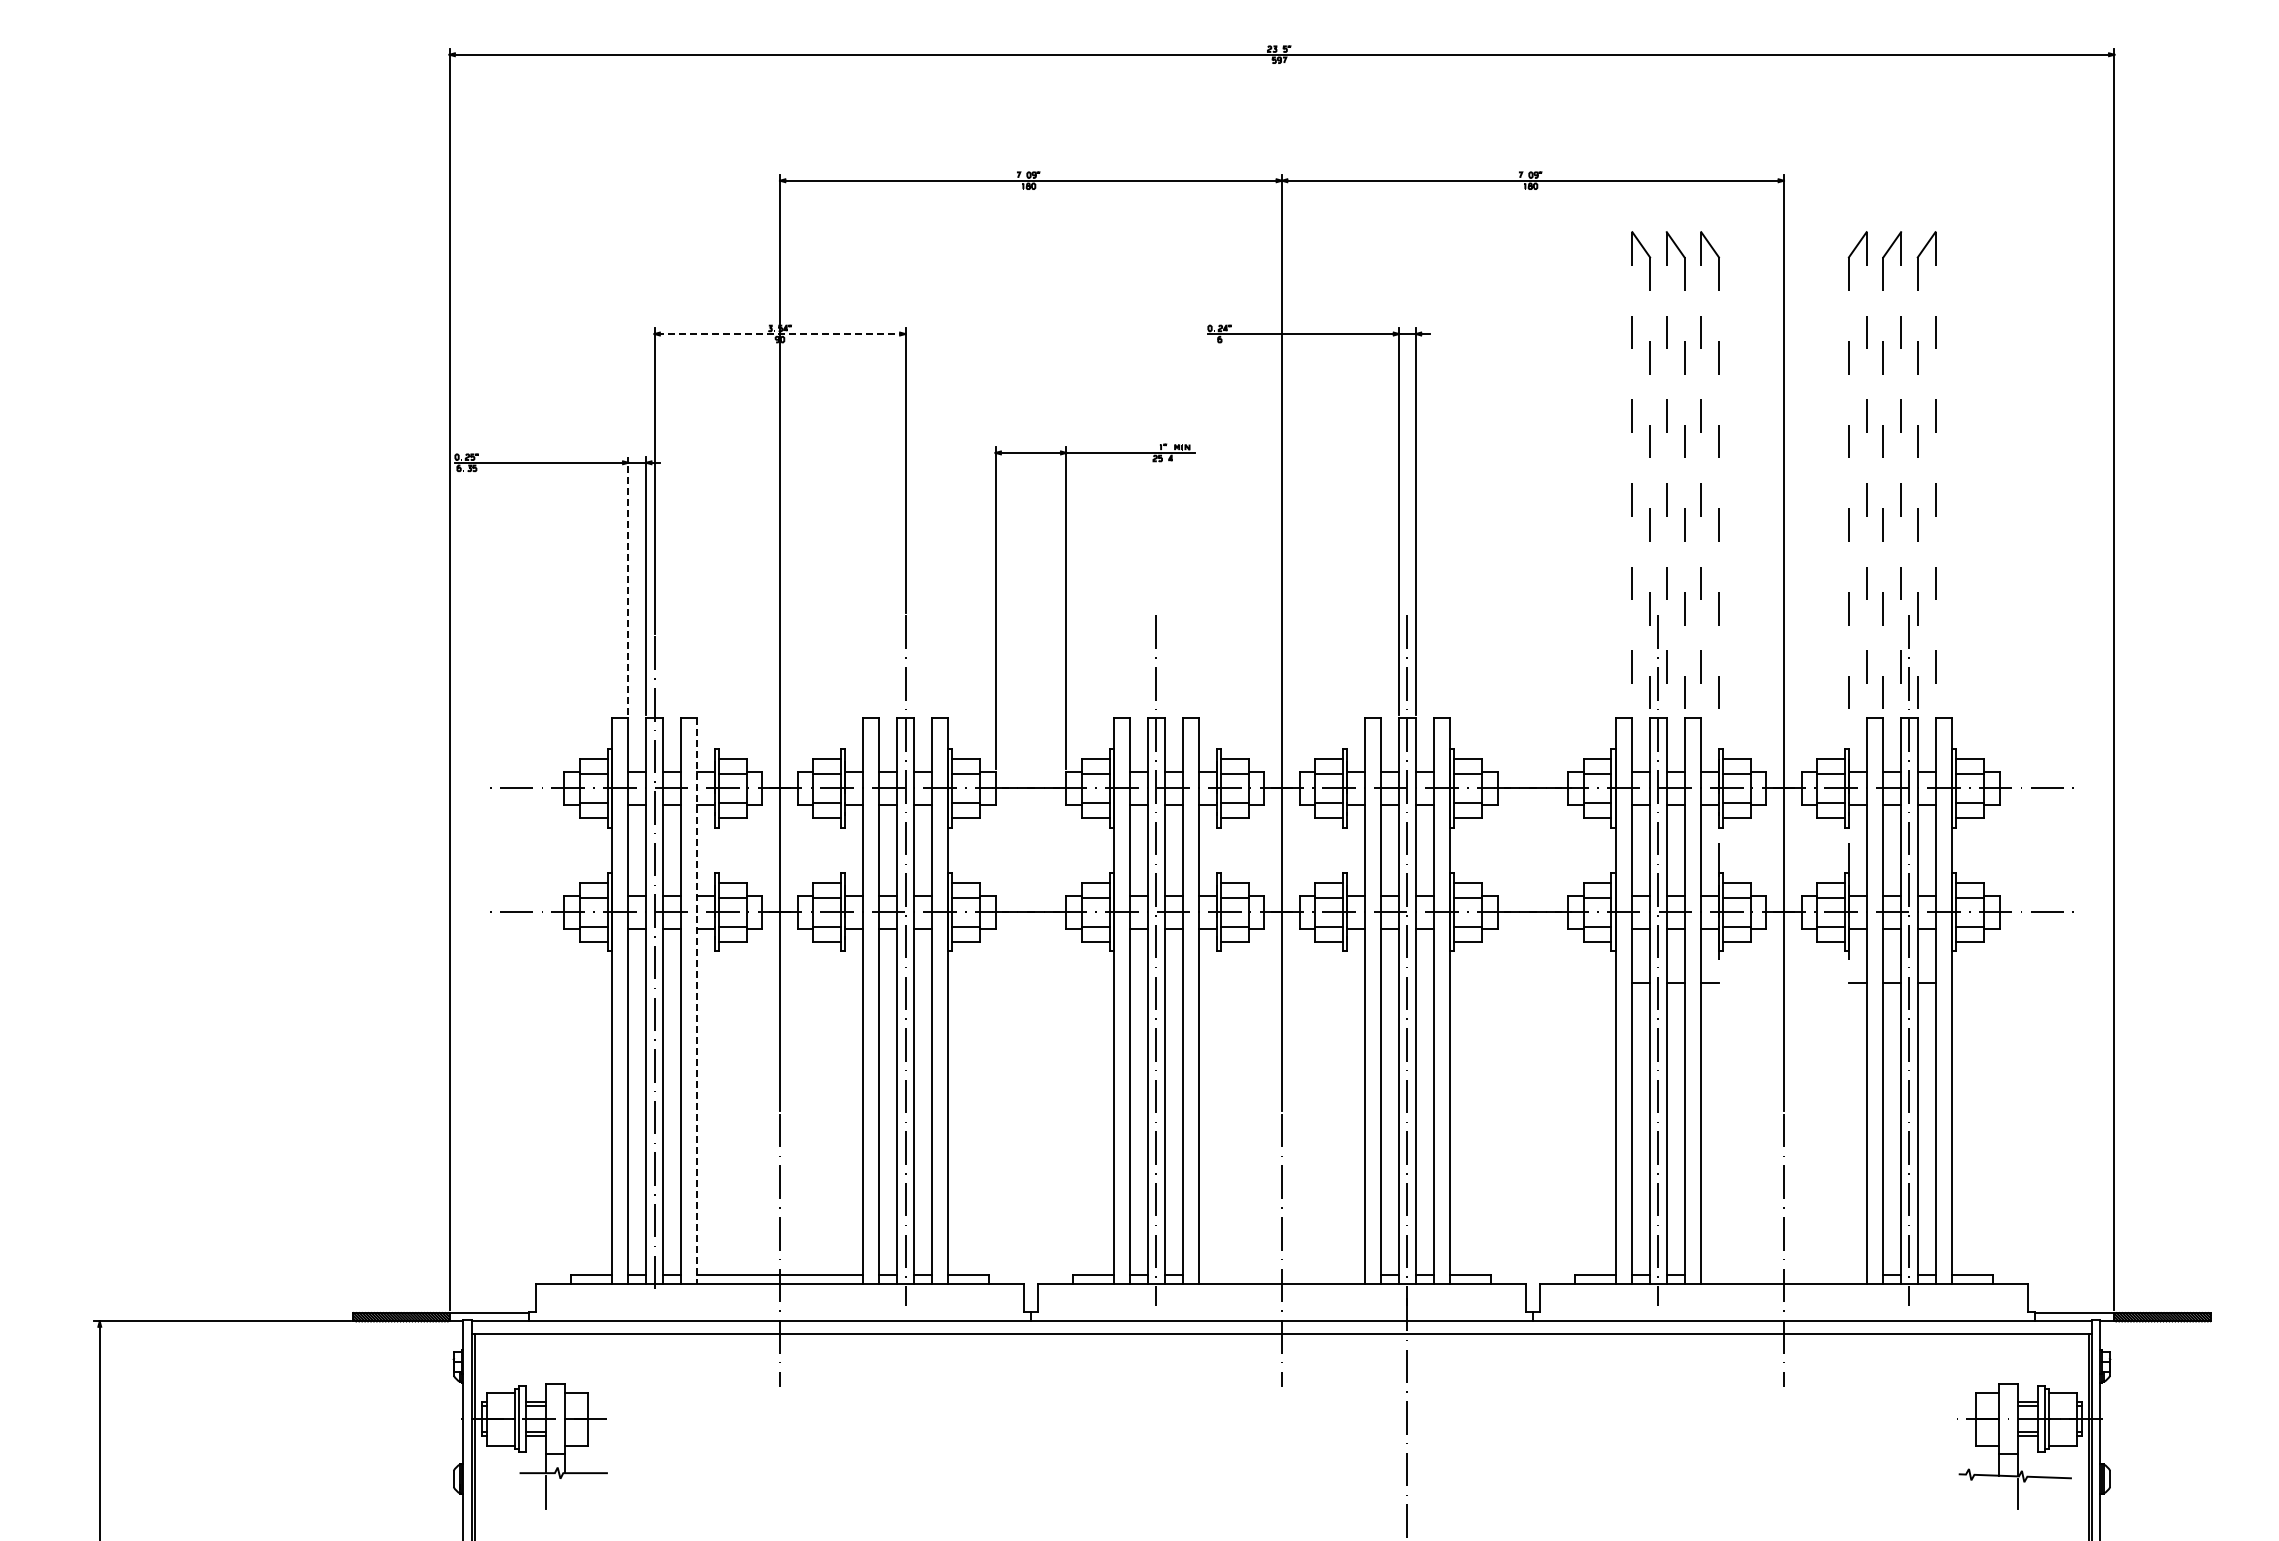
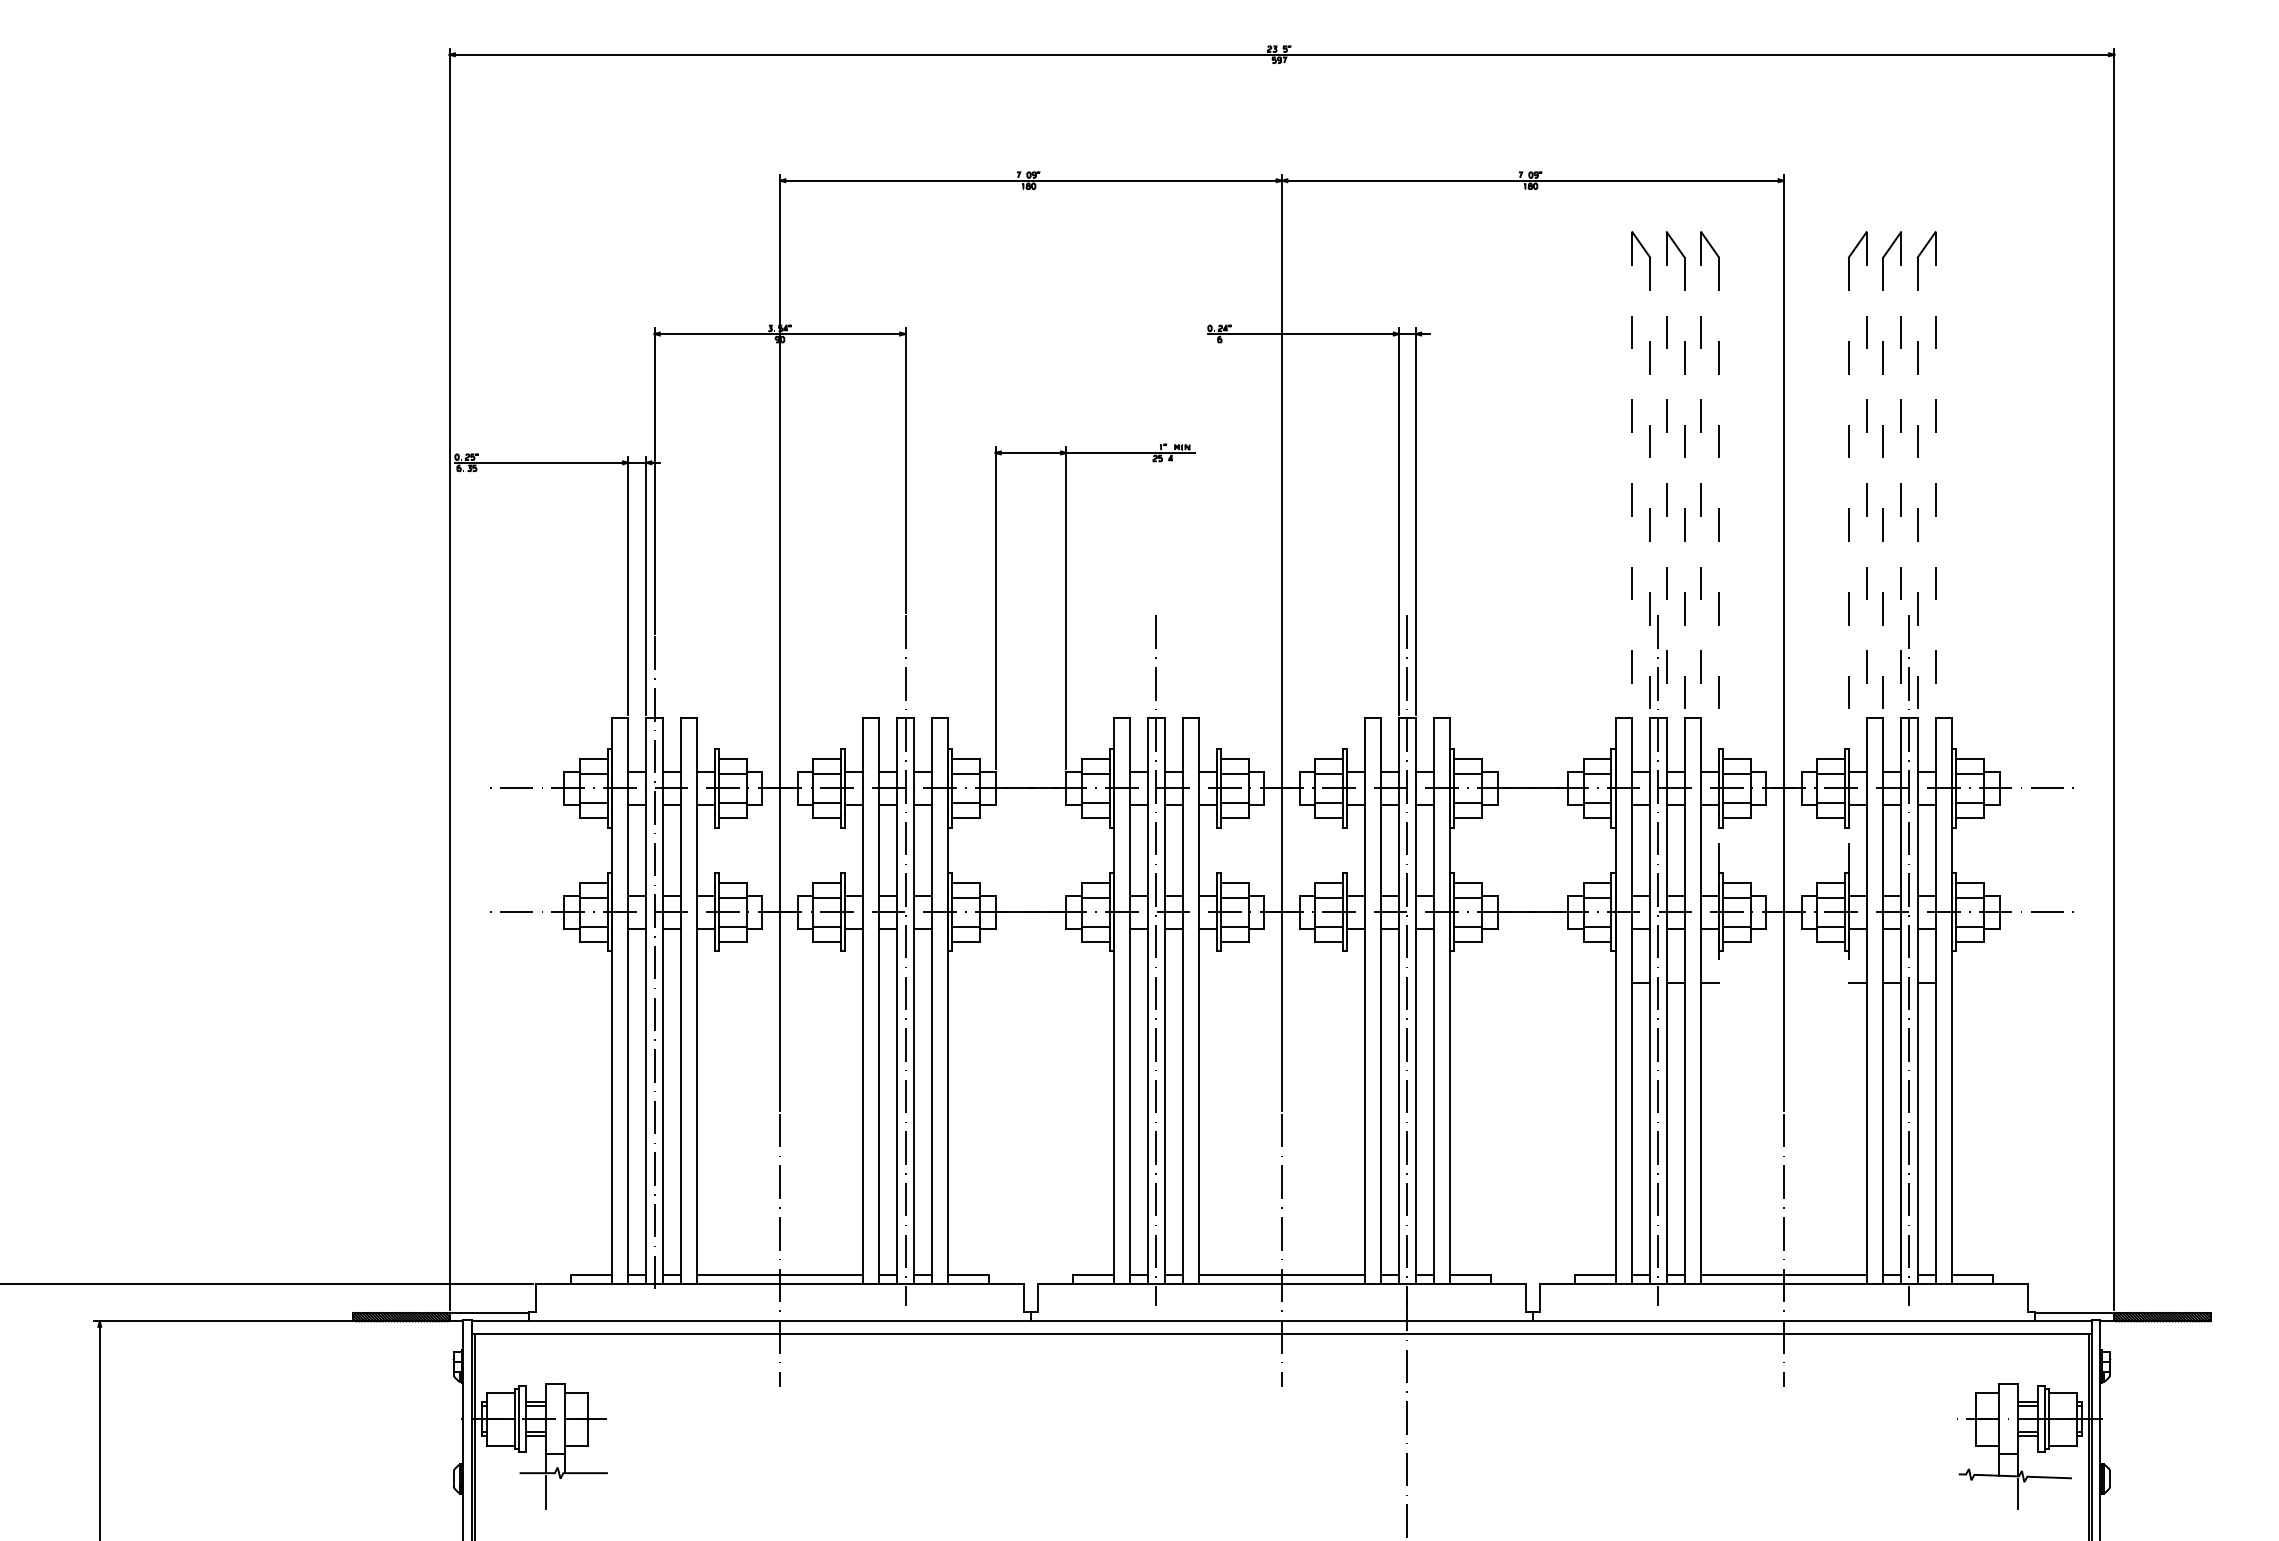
line at (779, 334): dashed -> solid
line at (628, 586): dashed -> solid
line at (697, 1001): dashed -> solid
line at (1281, 1275): none -> present
line at (1783, 1275): none -> present
line at (267, 1283): none -> present
